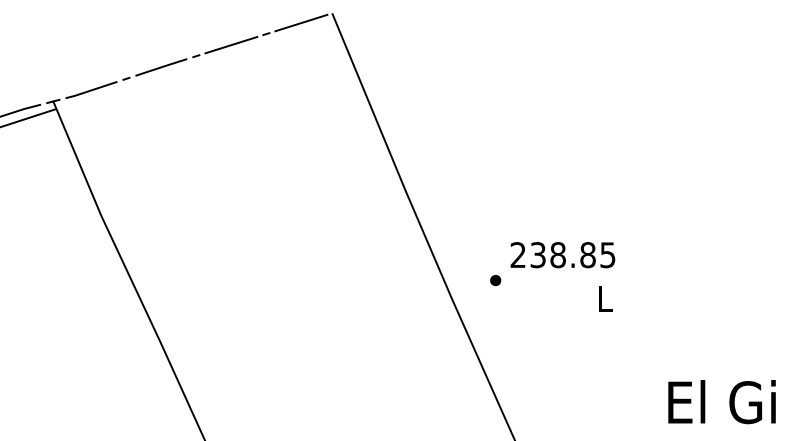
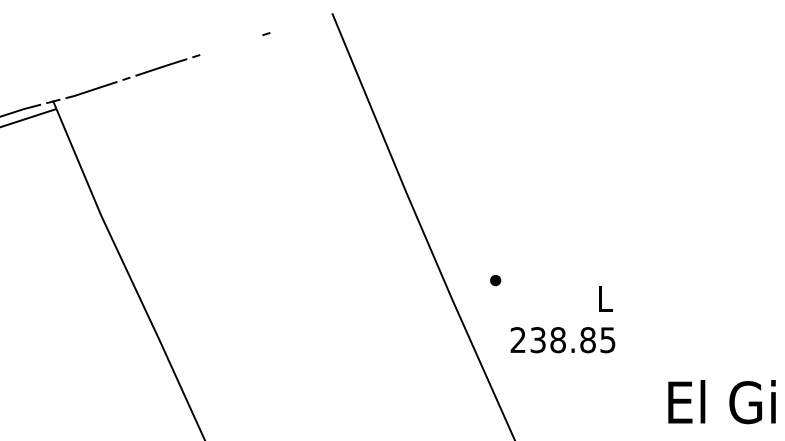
line at (301, 22): present -> none
line at (231, 44): present -> none
text at (562, 255) position: (562, 255) -> (562, 340)
